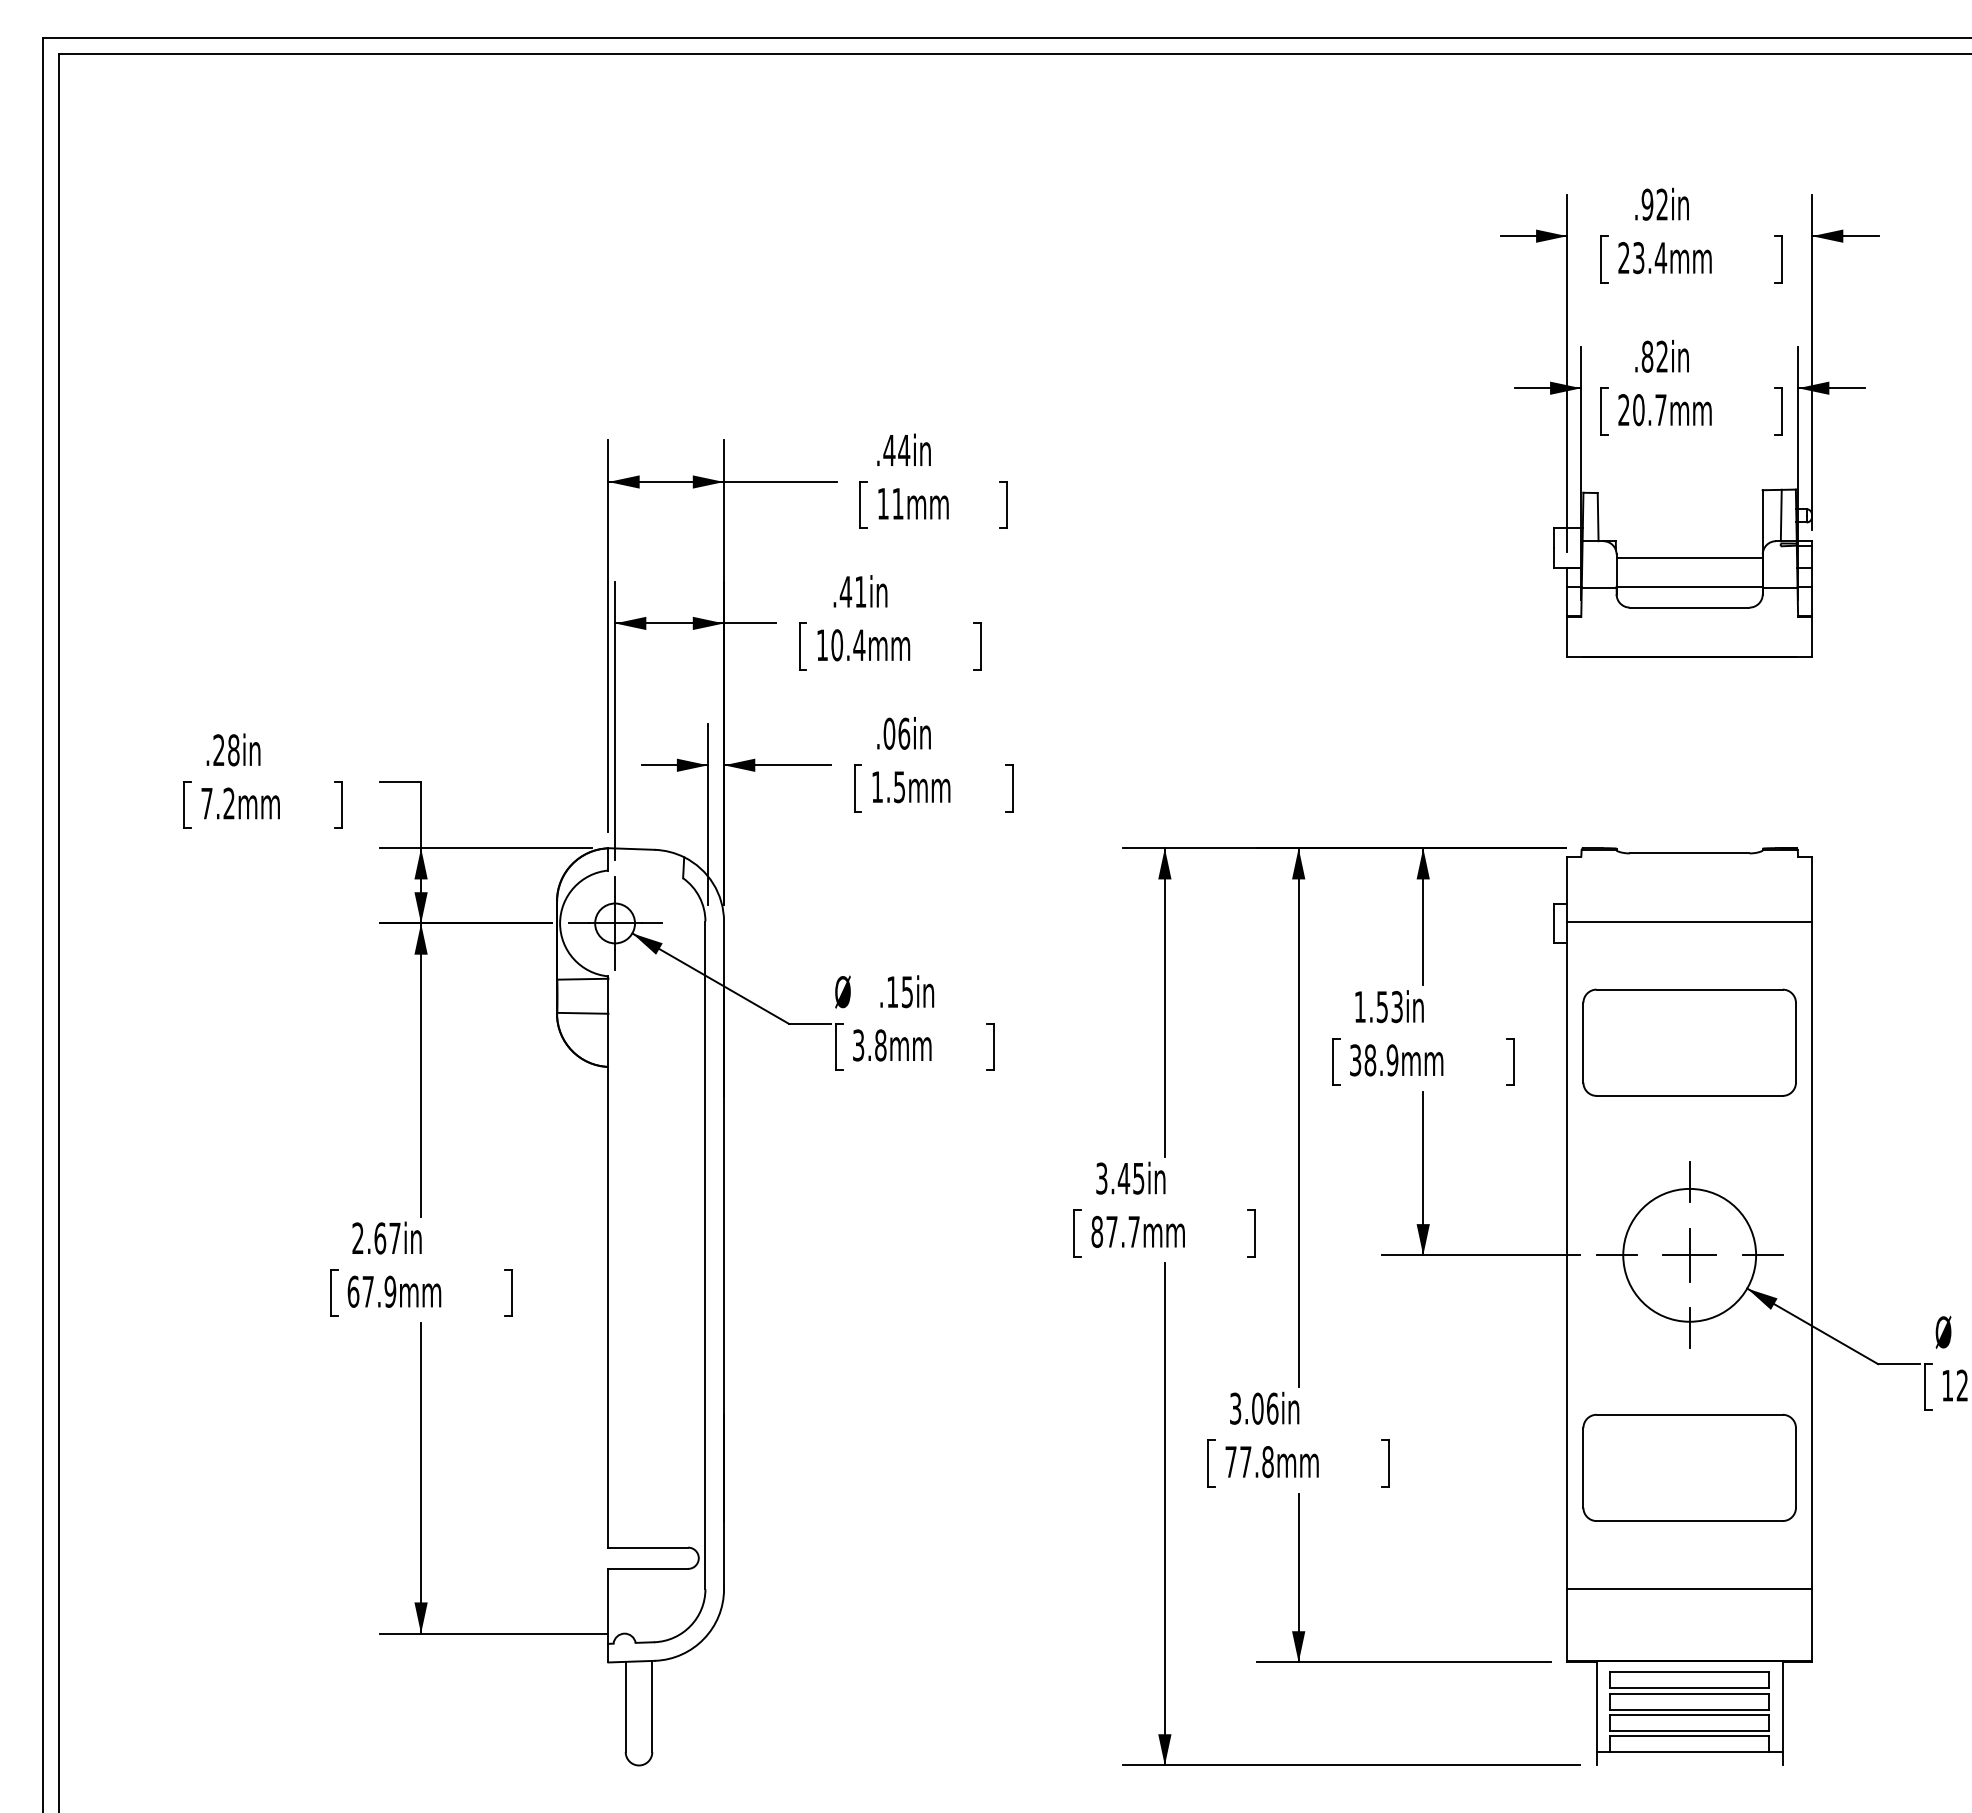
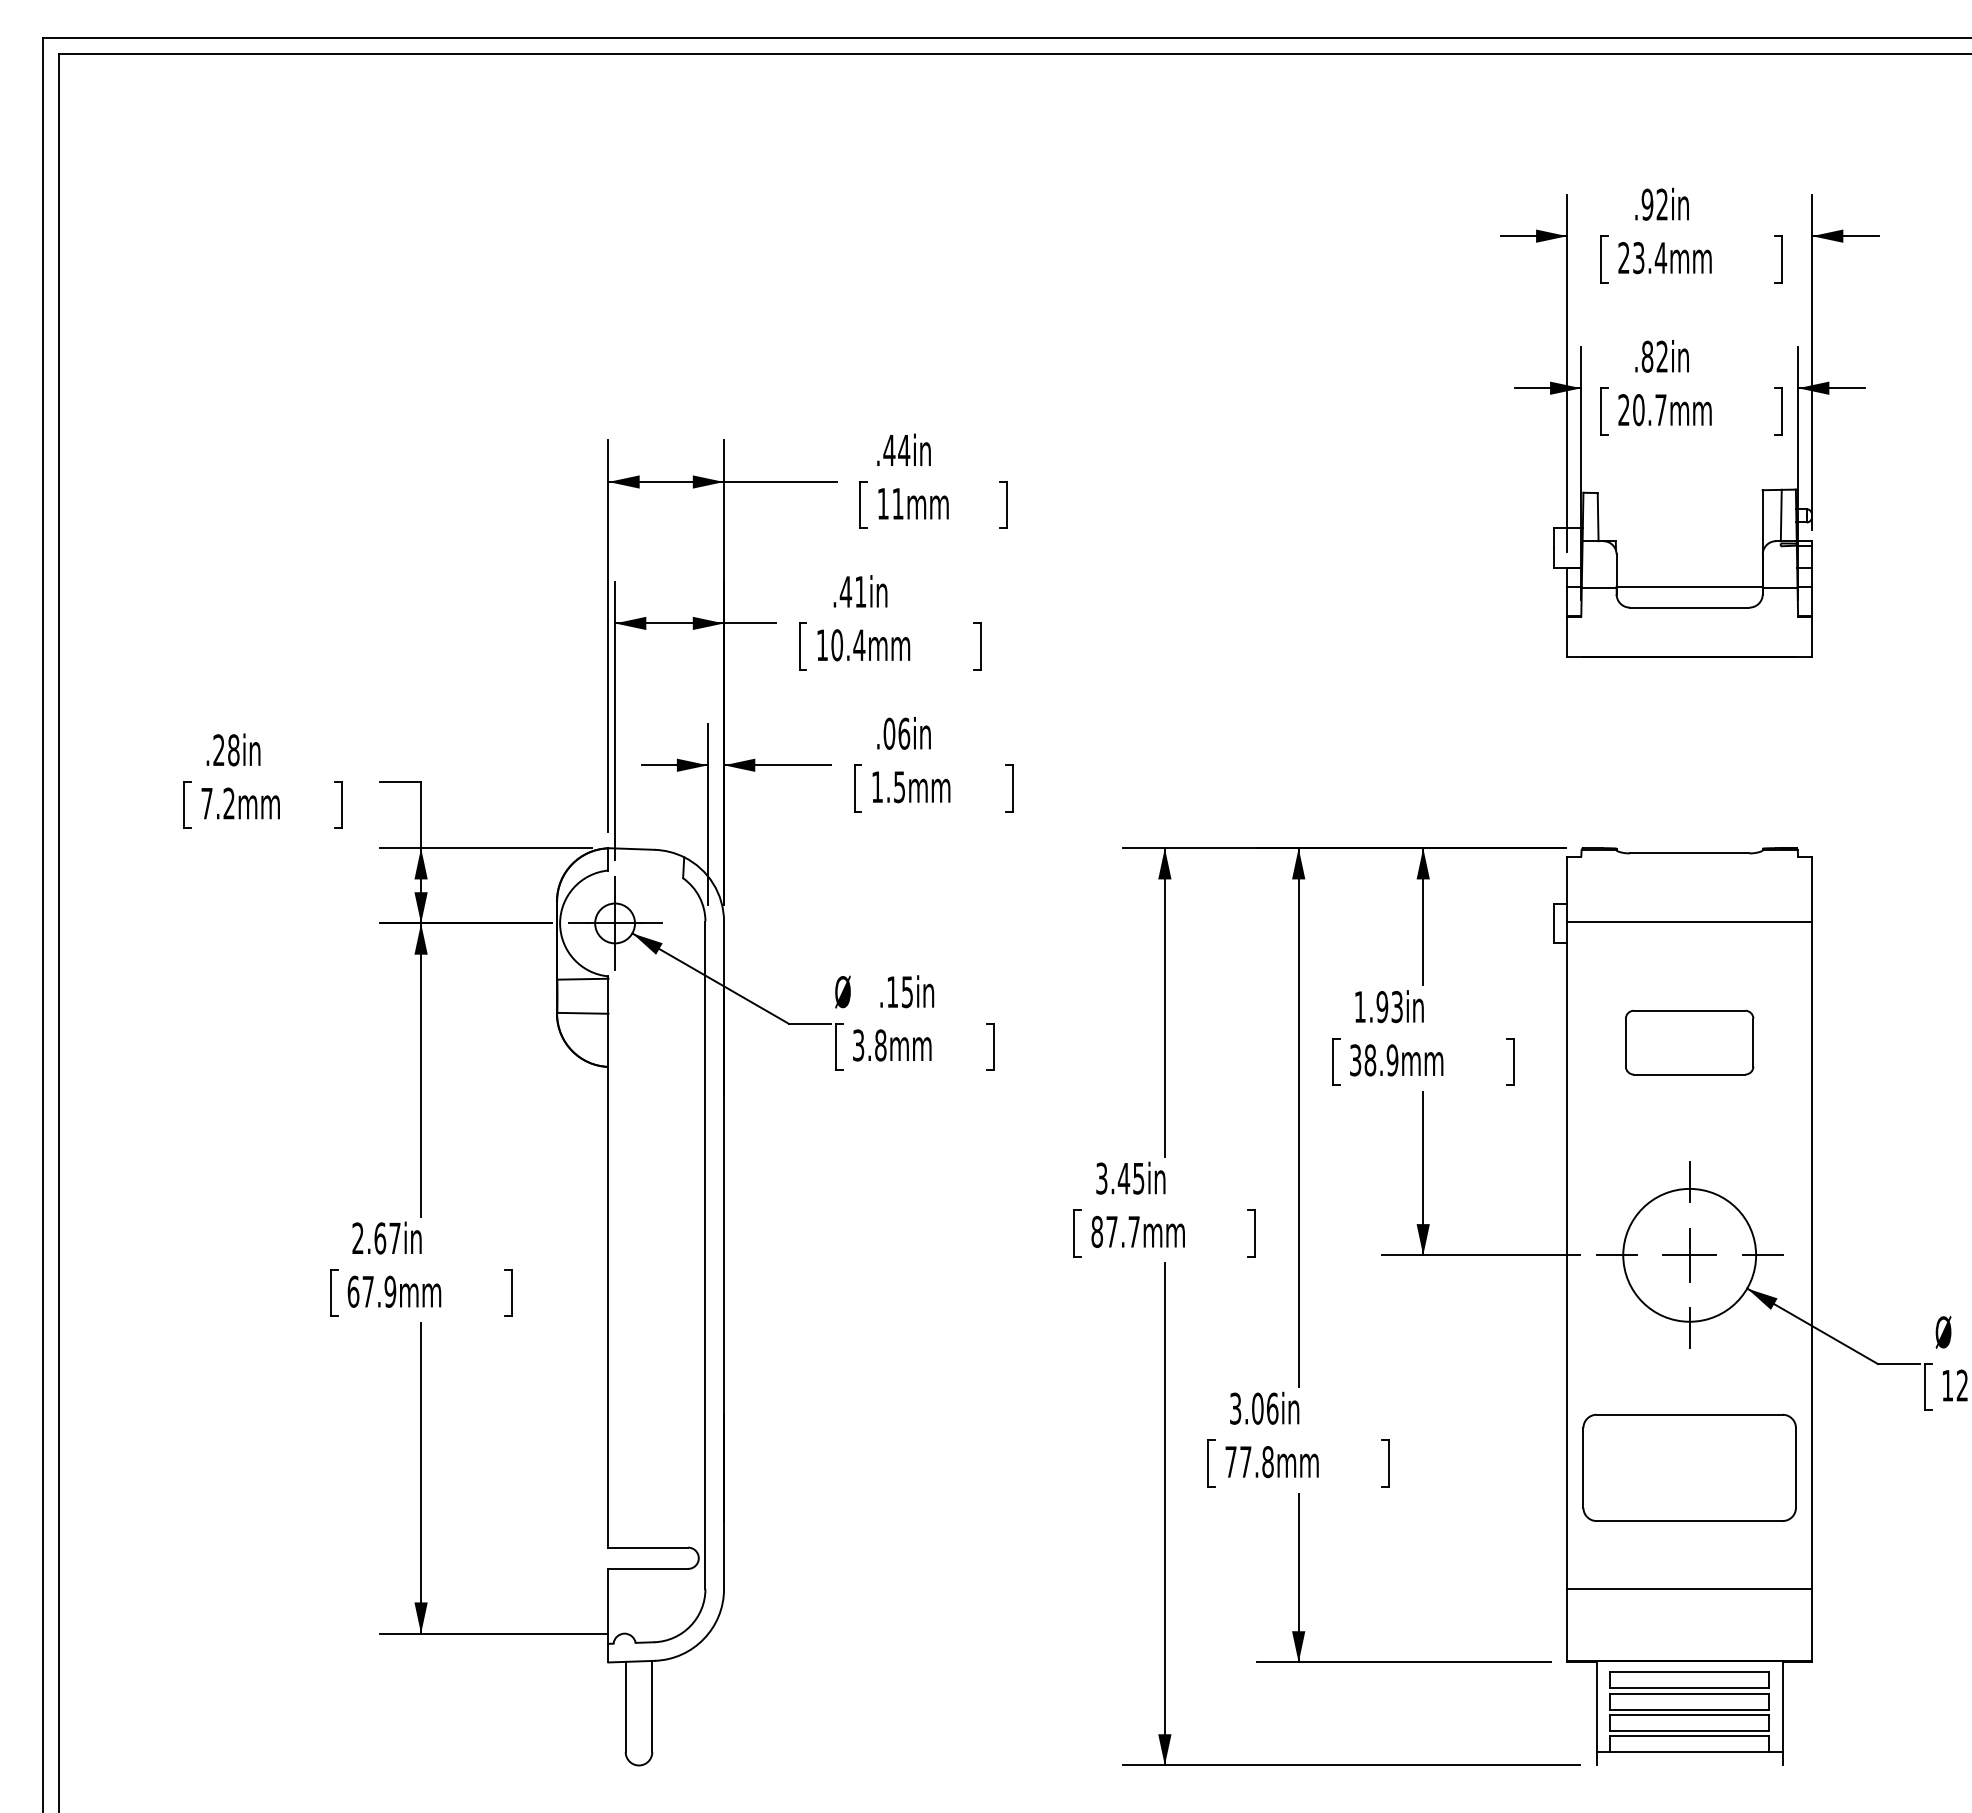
line at (1689, 558): present -> none
text at (1382, 1006): 1.53in -> 1.93in
part at (1689, 1042) size: 215x109 px -> 130x67 px
